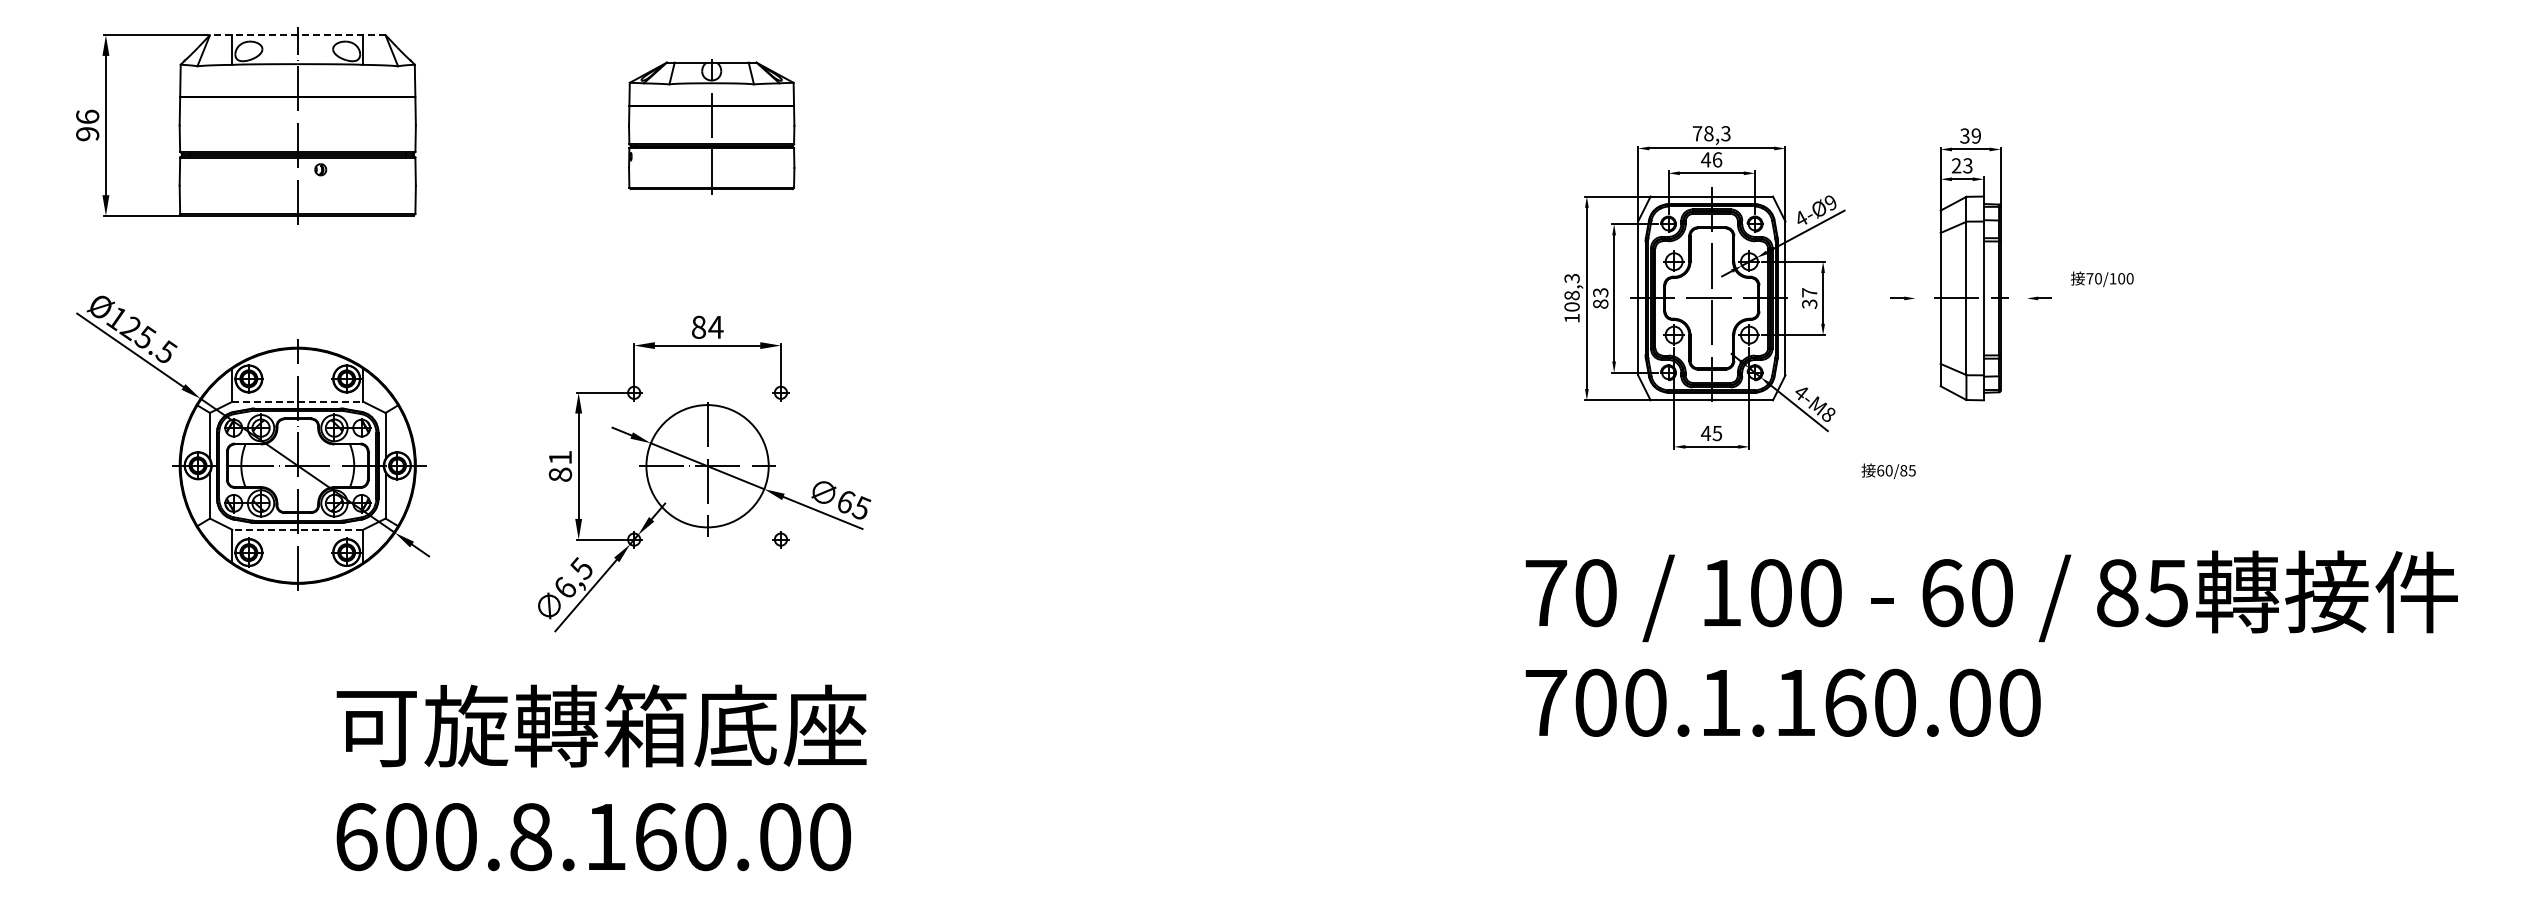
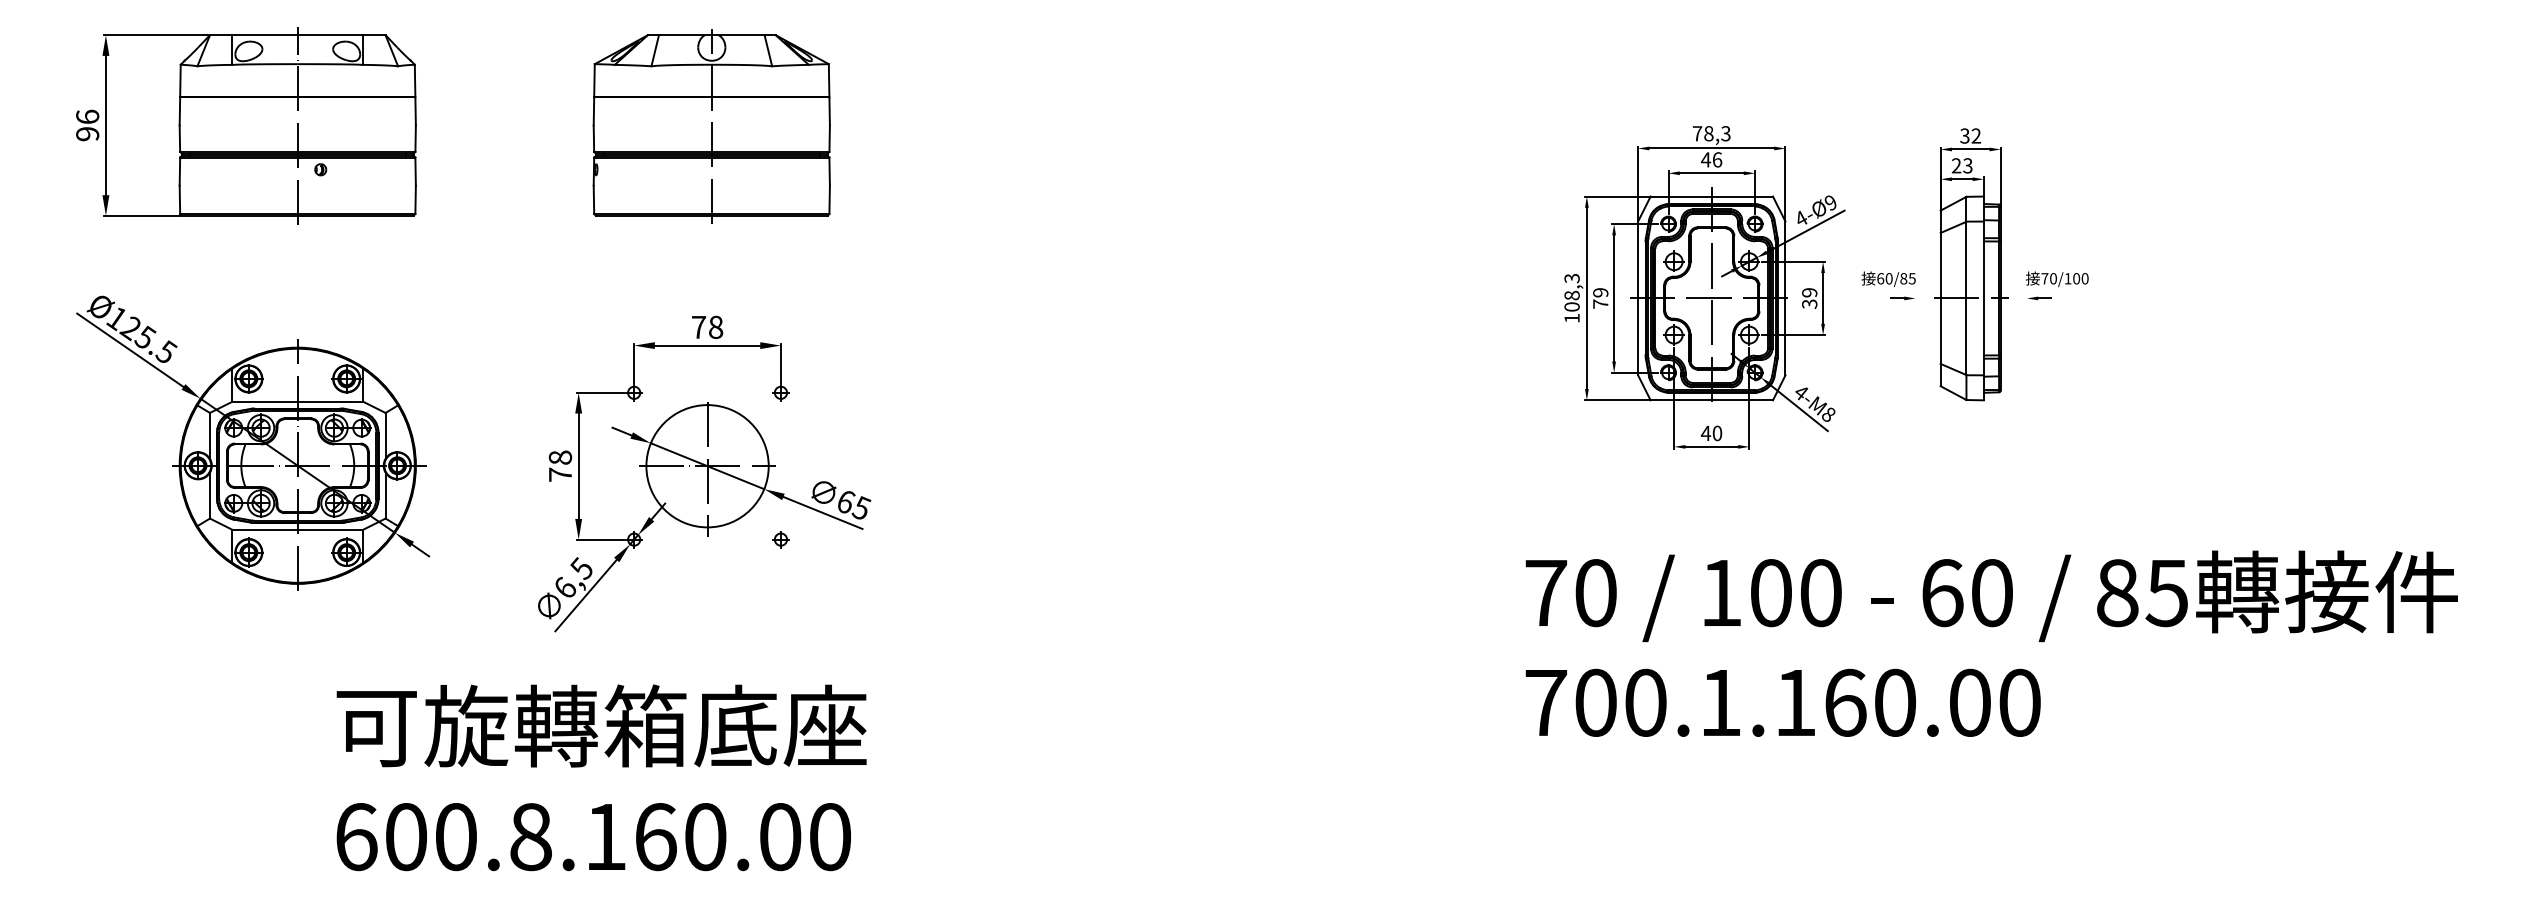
line at (297, 35): dashed -> solid
part at (711, 126) size: 168x136 px -> 239x195 px
text at (1976, 135): 39 -> 32
text at (2102, 279) position: (2102, 279) -> (2057, 279)
text at (1809, 292): 37 -> 39
text at (1600, 298): 83 -> 79
text at (707, 326): 84 -> 78
line at (298, 401): dashed -> solid
text at (1717, 433): 45 -> 40
text at (560, 465): 81 -> 78
text at (1888, 471) position: (1888, 471) -> (1888, 279)
line at (297, 529): dashed -> solid
